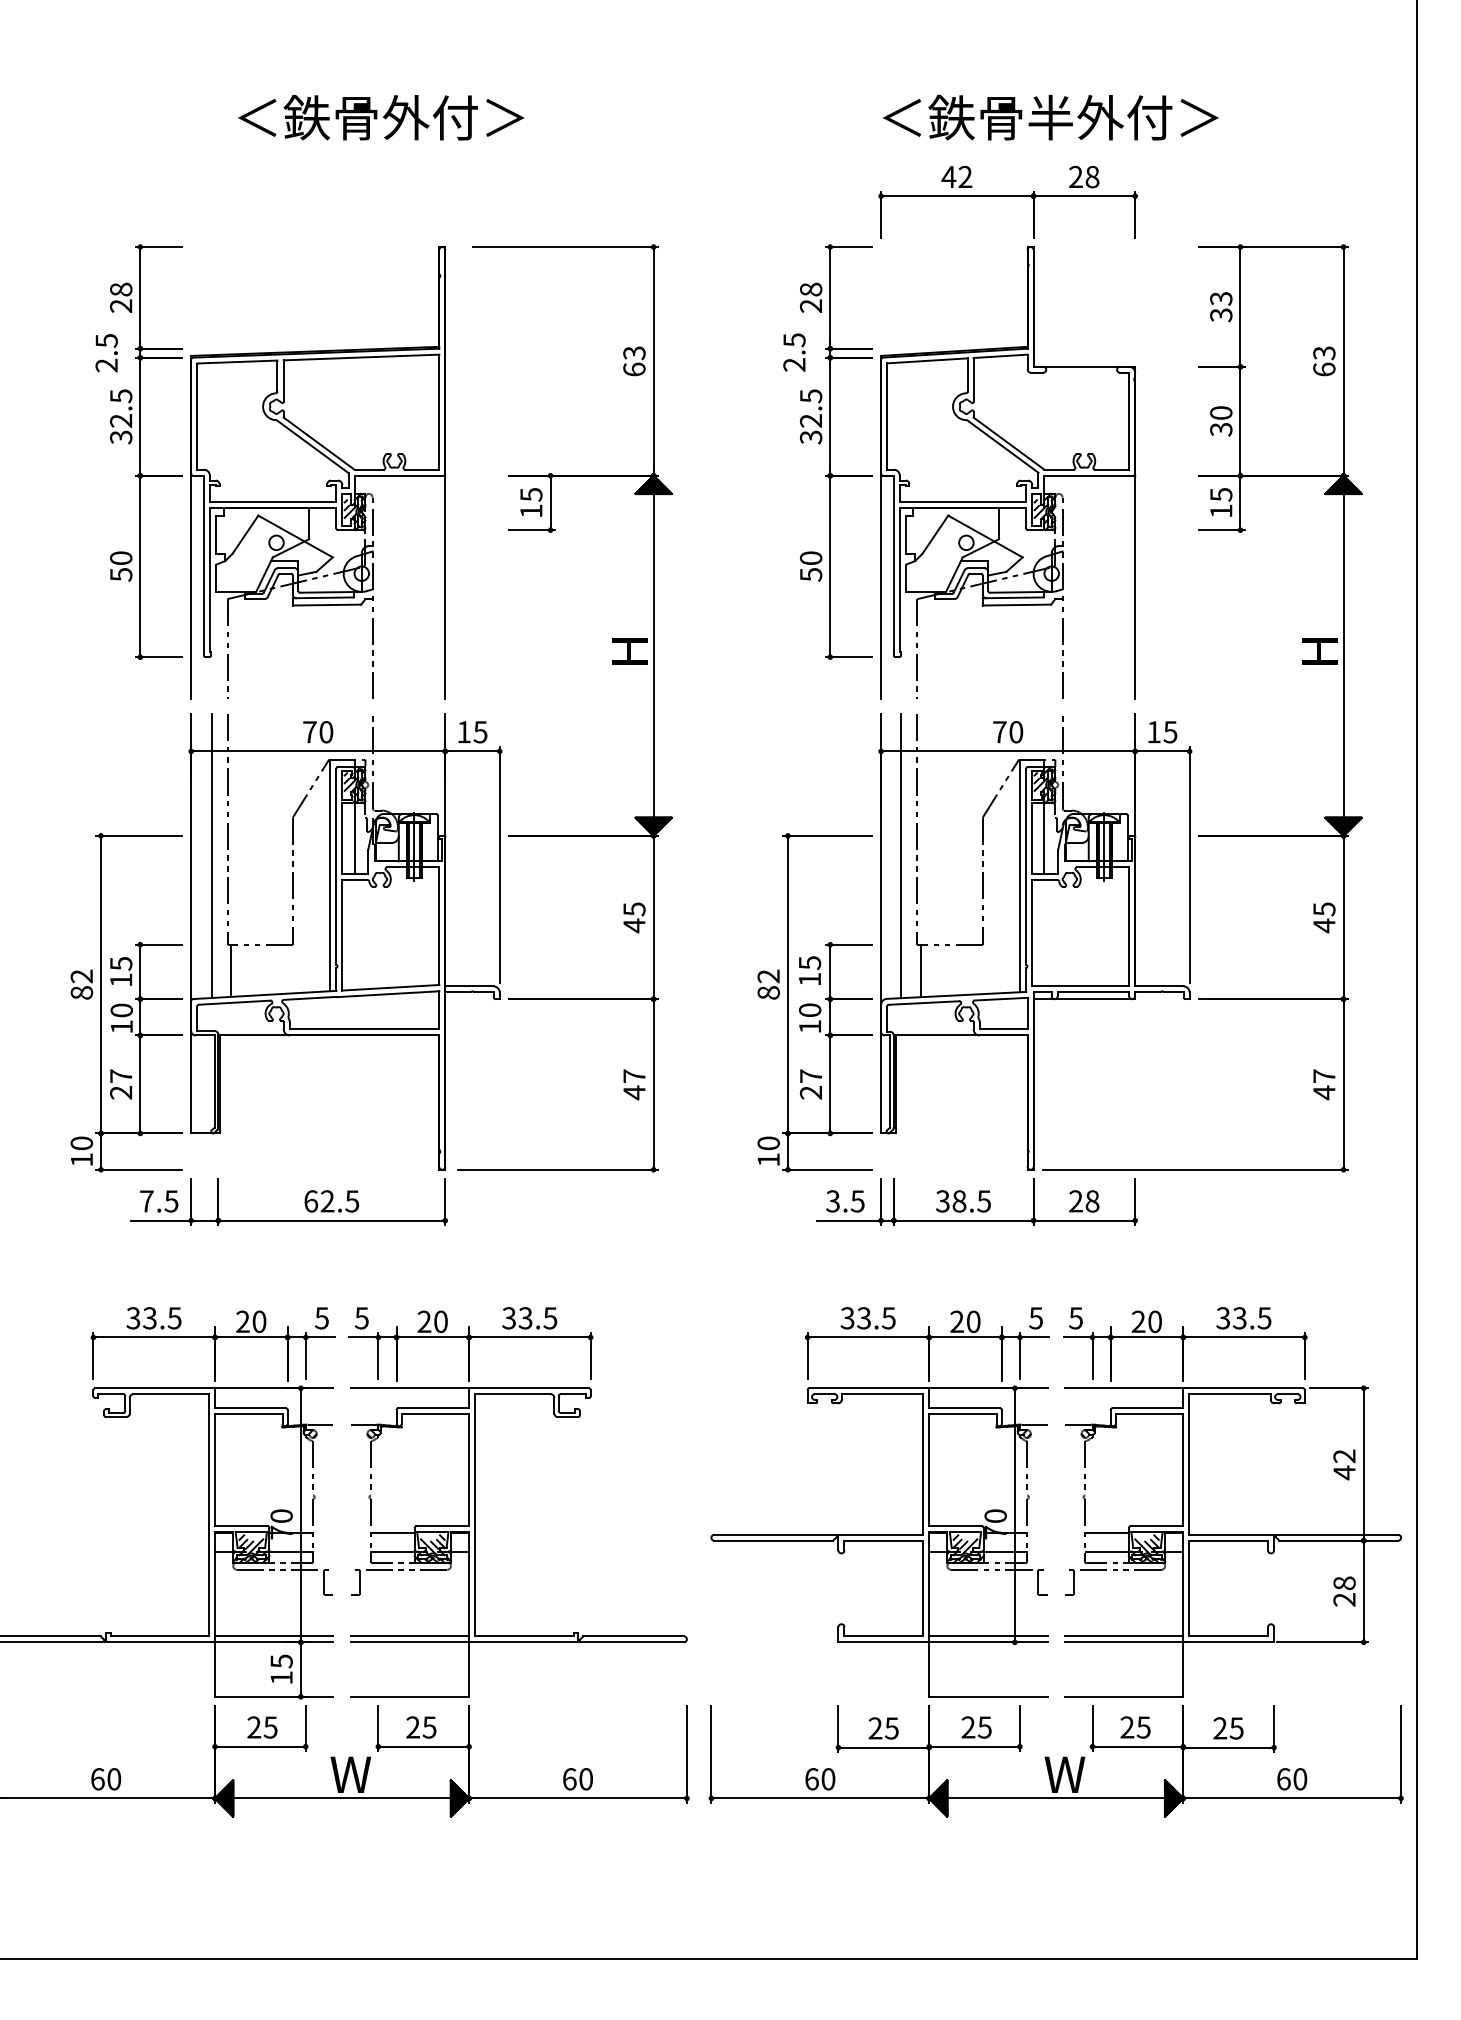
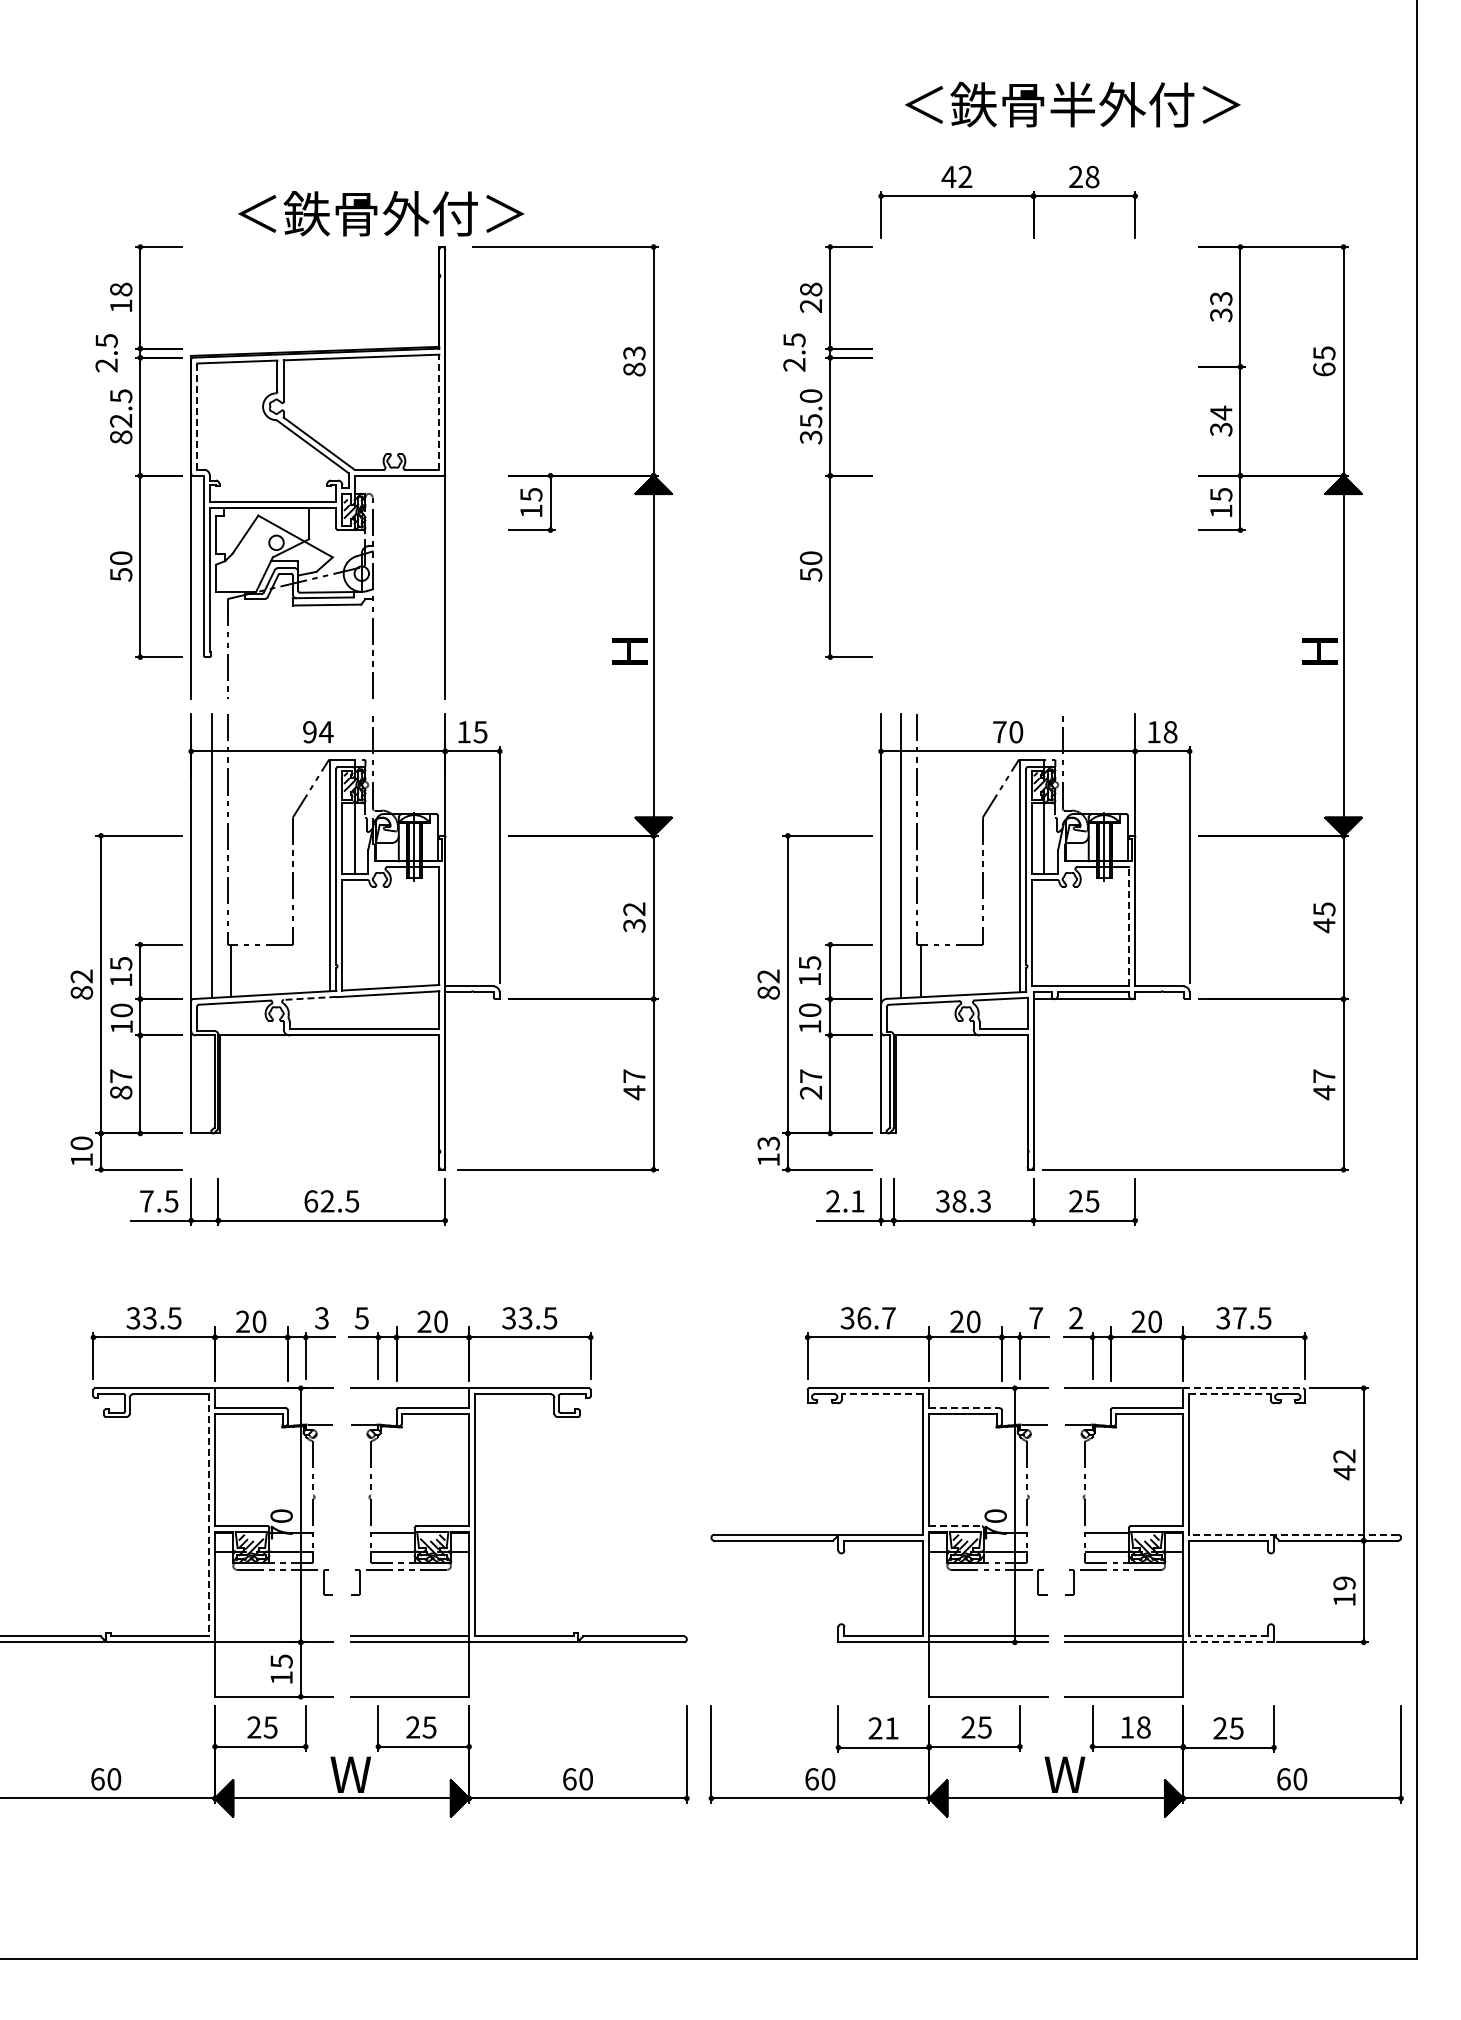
text at (381, 117) position: (381, 117) -> (381, 213)
text at (1050, 117) position: (1050, 117) -> (1072, 104)
text at (121, 305): 28 -> 18
text at (1323, 352): 63 -> 65
text at (634, 369): 63 -> 83
text at (810, 408): 32.5 -> 35.0
line at (439, 412): solid -> dashed
text at (1221, 412): 30 -> 34
line at (197, 416): solid -> dashed
text at (121, 437): 32.5 -> 82.5
part at (1008, 472): present -> none
text at (318, 732): 70 -> 94
text at (1170, 732): 15 -> 18
text at (634, 917): 45 -> 32
line at (1129, 926): solid -> dashed
line at (309, 998): solid -> dashed
text at (121, 1092): 27 -> 87
text at (768, 1143): 10 -> 13
text at (845, 1201): 3.5 -> 2.1
text at (983, 1201): 38.5 -> 38.3
text at (1092, 1201): 28 -> 25
text at (321, 1317): 5 -> 3
text at (876, 1318): 33.5 -> 36.7
text at (1036, 1318): 5 -> 7
text at (1075, 1318): 5 -> 2
text at (1239, 1318): 33.5 -> 37.5
line at (1243, 1388): solid -> dashed
line at (882, 1394): solid -> dashed
line at (1230, 1394): solid -> dashed
line at (965, 1408): solid -> dashed
line at (209, 1515): solid -> dashed
line at (956, 1526): solid -> dashed
line at (1293, 1534): solid -> dashed
text at (1344, 1591): 28 -> 19
line at (274, 1635): present -> none
line at (1228, 1636): solid -> dashed
line at (1228, 1642): solid -> dashed
text at (1135, 1727): 25 -> 18
text at (891, 1728): 25 -> 21
